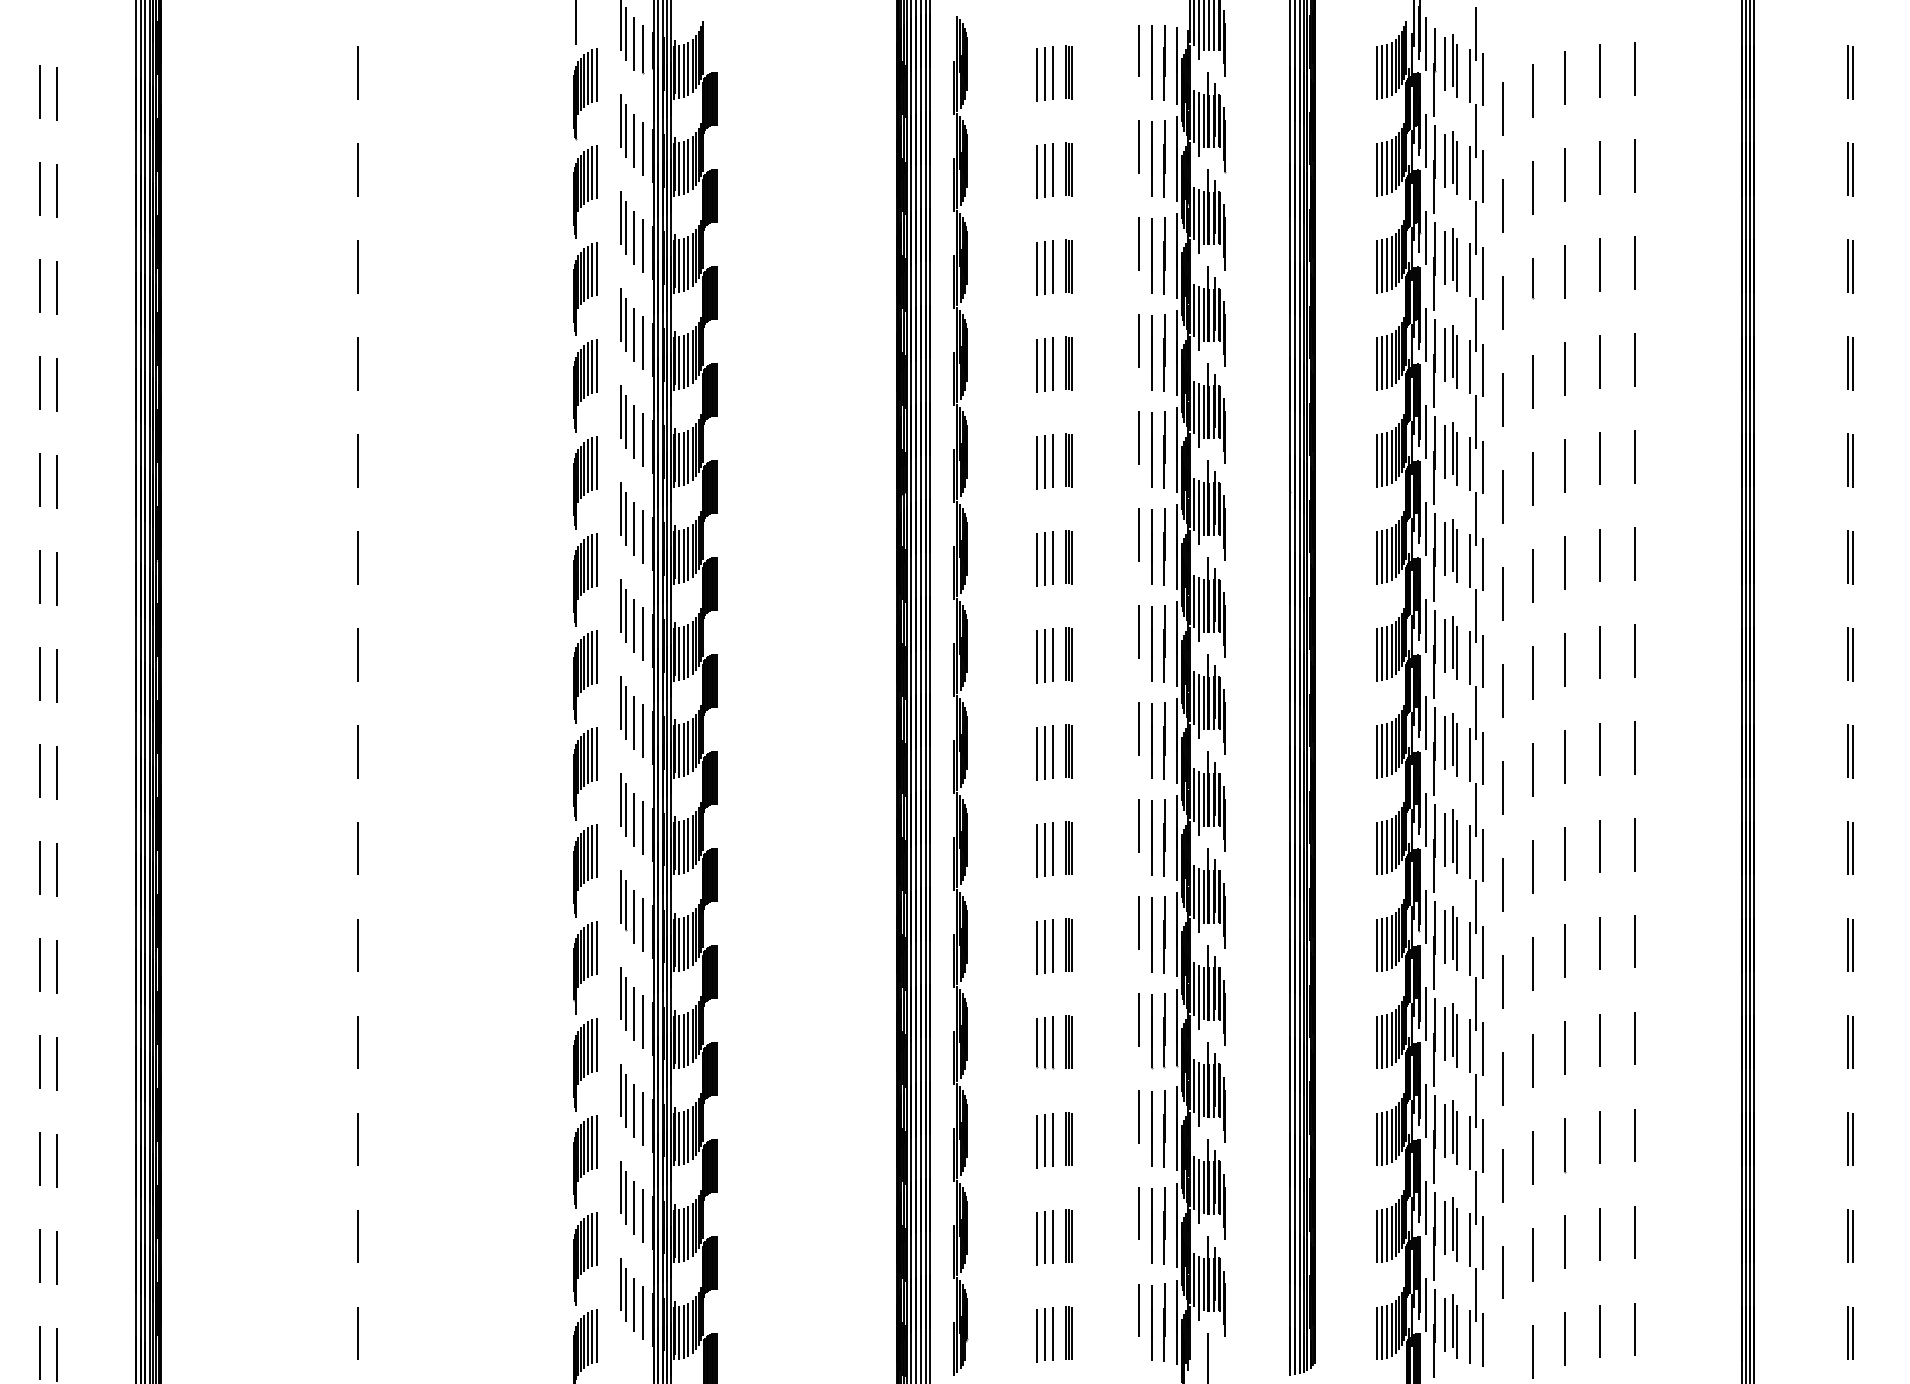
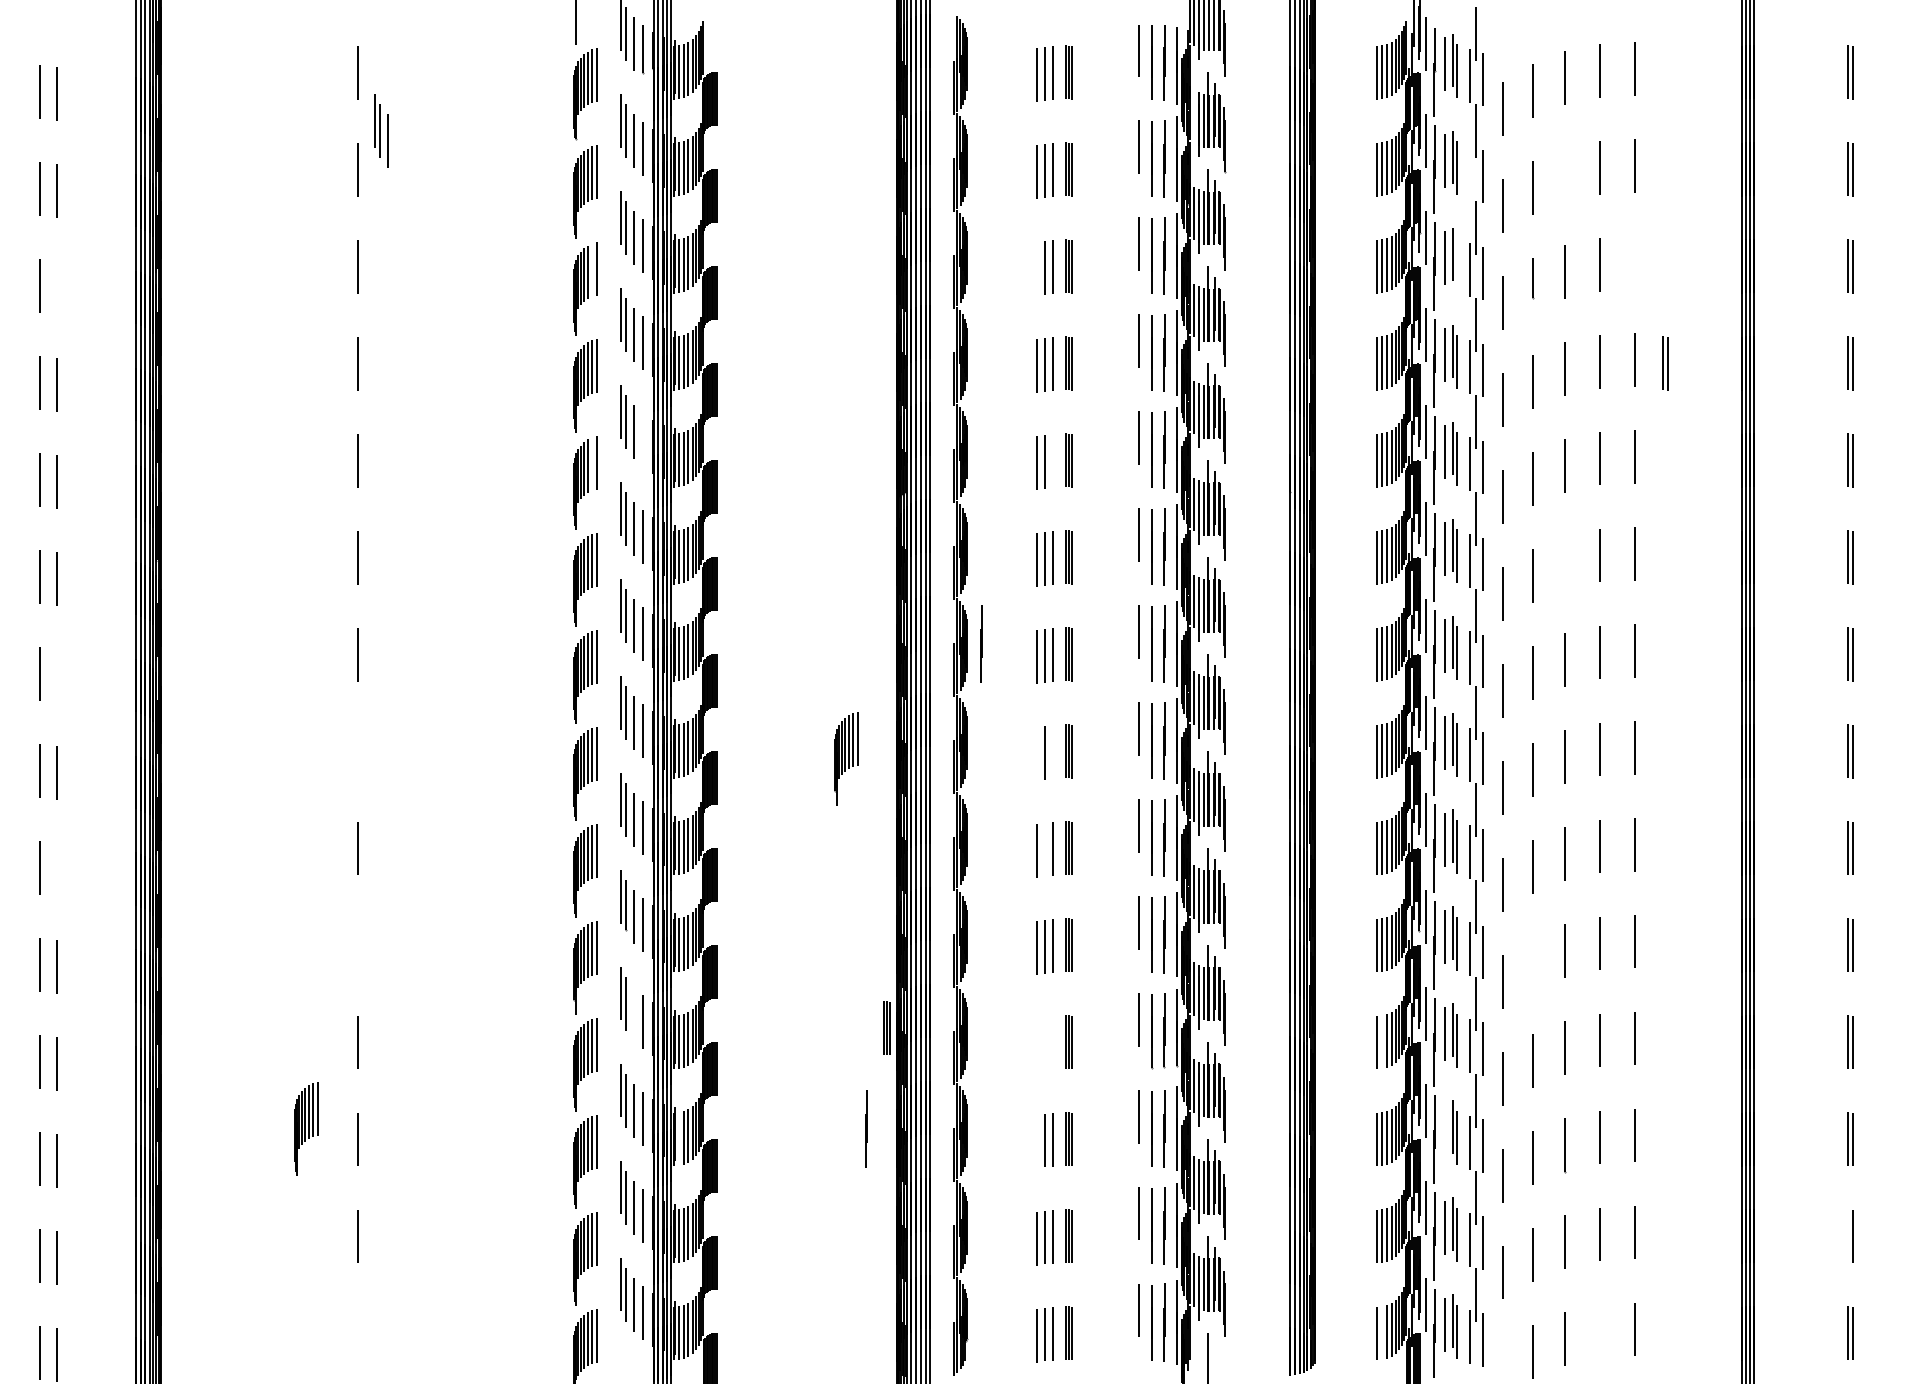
line at (1194, 116): present -> none
part at (381, 130): none -> present
line at (1469, 173): present -> none
line at (1565, 175): present -> none
line at (1634, 262): present -> none
line at (1457, 264): present -> none
line at (1036, 268): present -> none
line at (592, 270): present -> none
line at (56, 287): present -> none
part at (1665, 363): none -> present
line at (642, 440): present -> none
line at (1052, 461): present -> none
line at (592, 464): present -> none
line at (1565, 562): present -> none
line at (981, 643): none -> present
line at (57, 675): present -> none
line at (357, 751): present -> none
line at (1052, 752): present -> none
line at (1036, 753): present -> none
part at (846, 758): none -> present
line at (1044, 849): present -> none
line at (56, 869): present -> none
line at (357, 945): present -> none
line at (1532, 963): present -> none
line at (633, 1013): present -> none
part at (886, 1027): none -> present
part at (1045, 1042): present -> none
line at (1382, 1042): present -> none
part at (306, 1128): none -> present
line at (866, 1128): none -> present
line at (1445, 1130): present -> none
line at (678, 1139): present -> none
line at (1036, 1141): present -> none
line at (1848, 1236): present -> none
line at (1599, 1331): present -> none
line at (357, 1333): present -> none
line at (1382, 1333): present -> none
